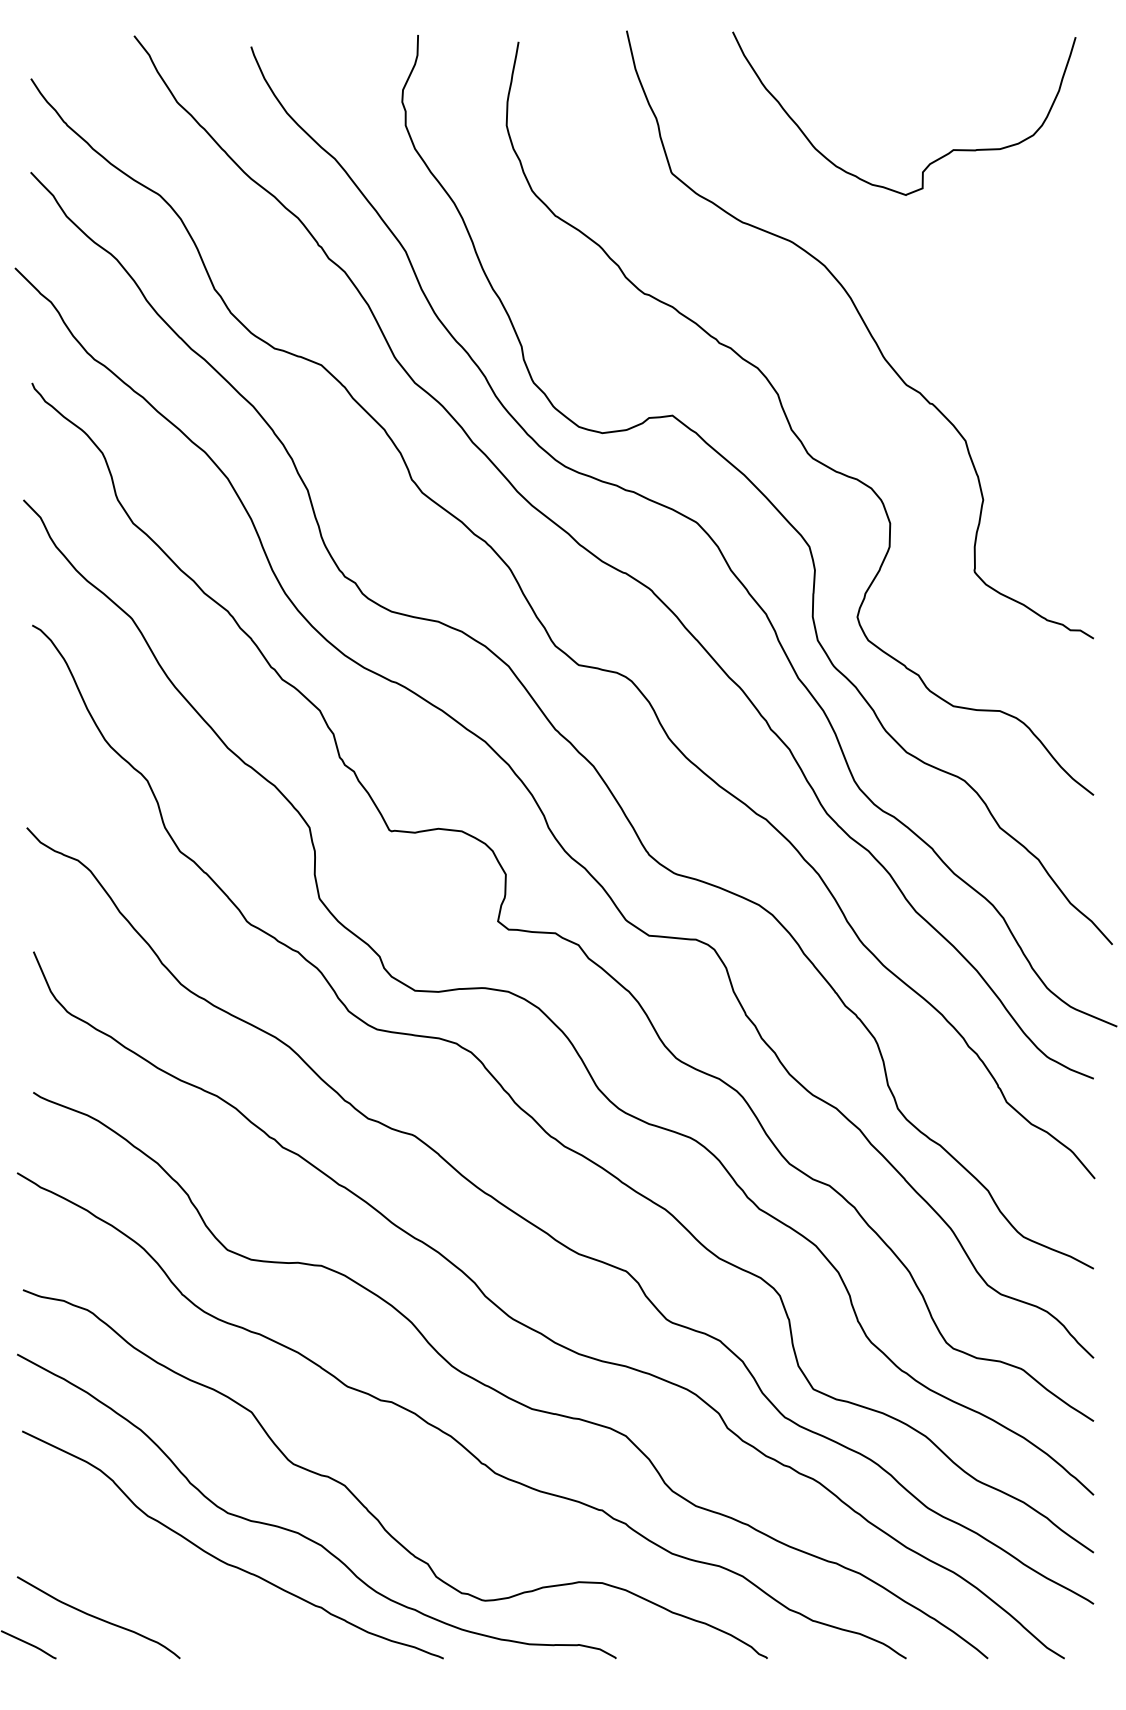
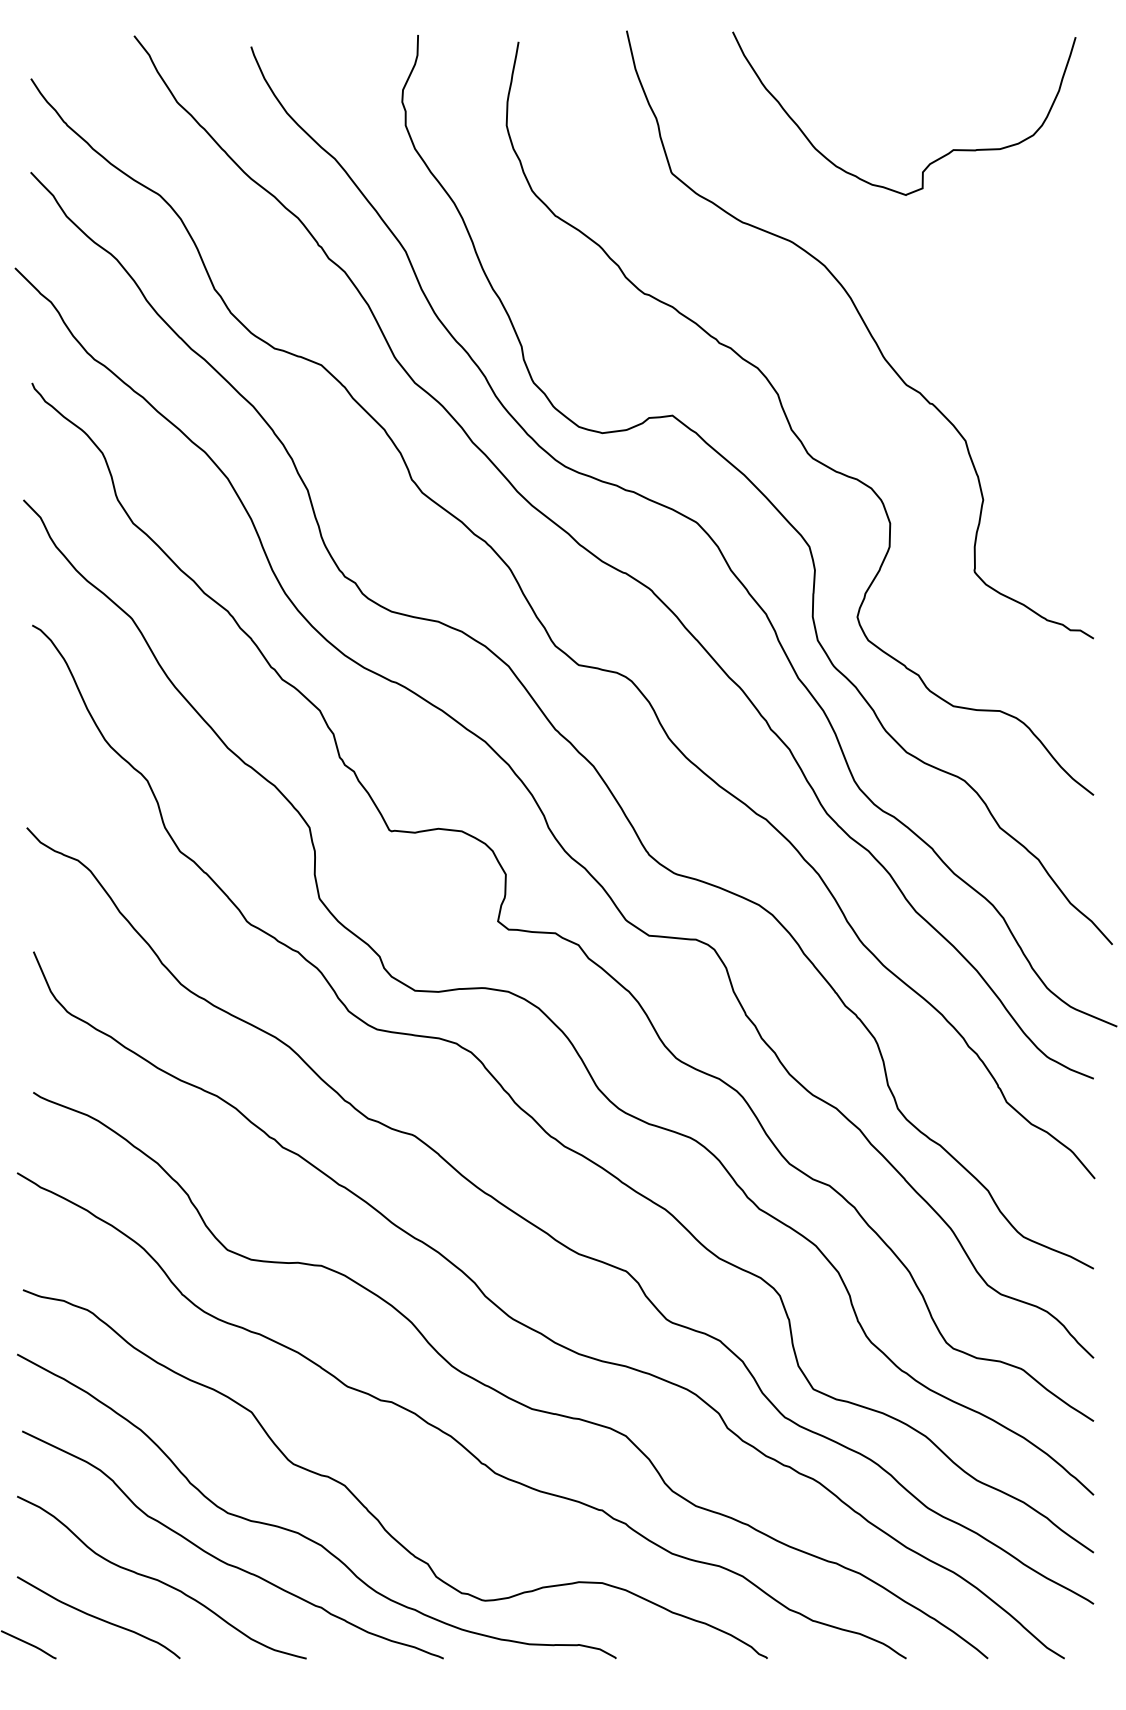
curve at (160, 1580): none -> present
